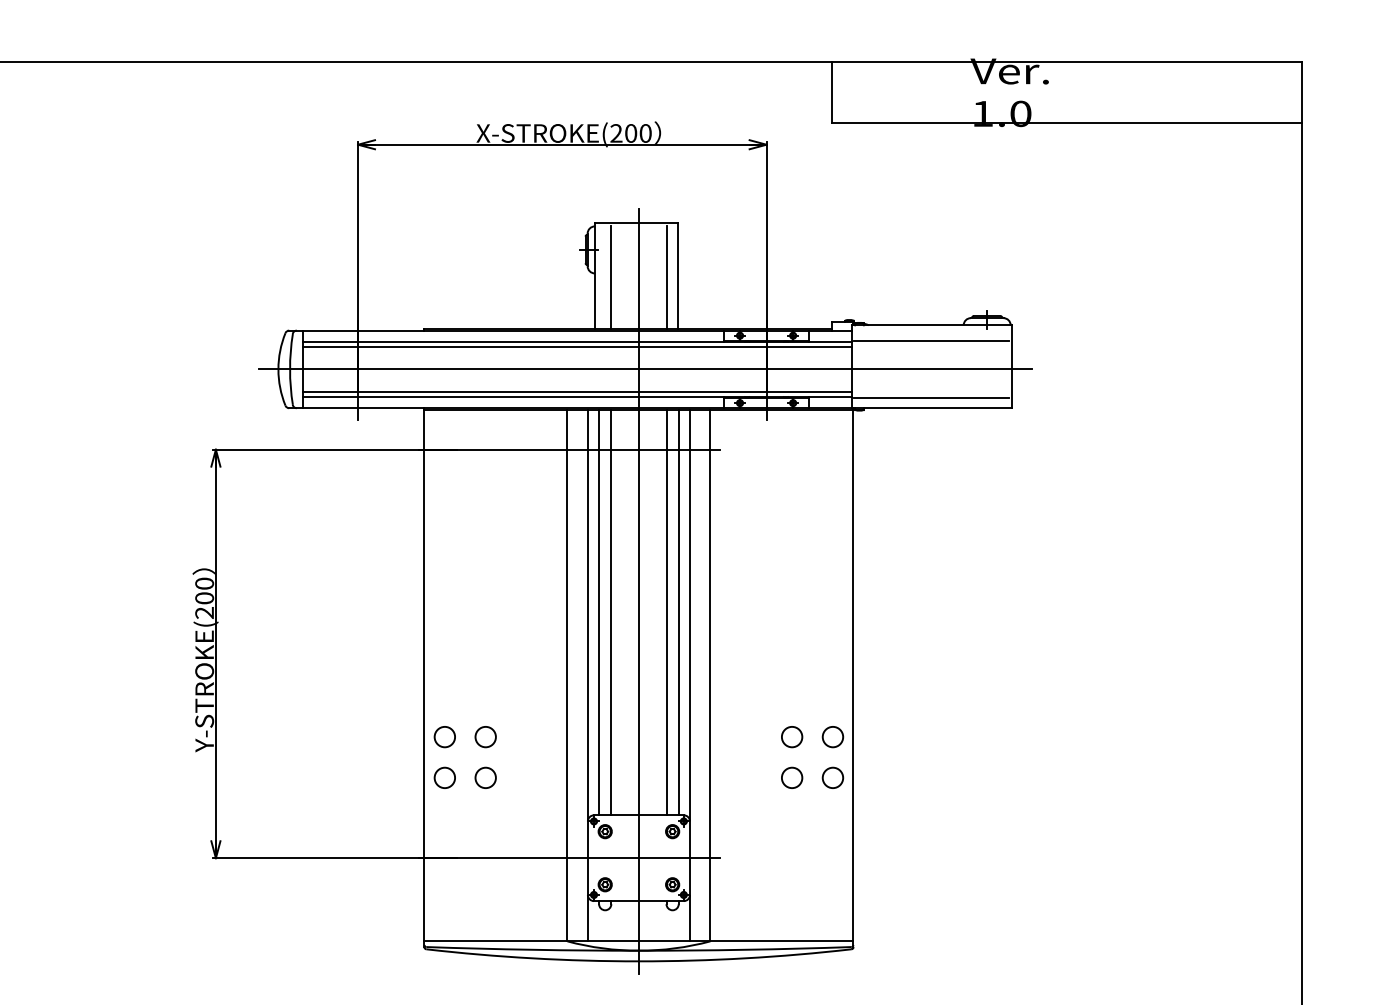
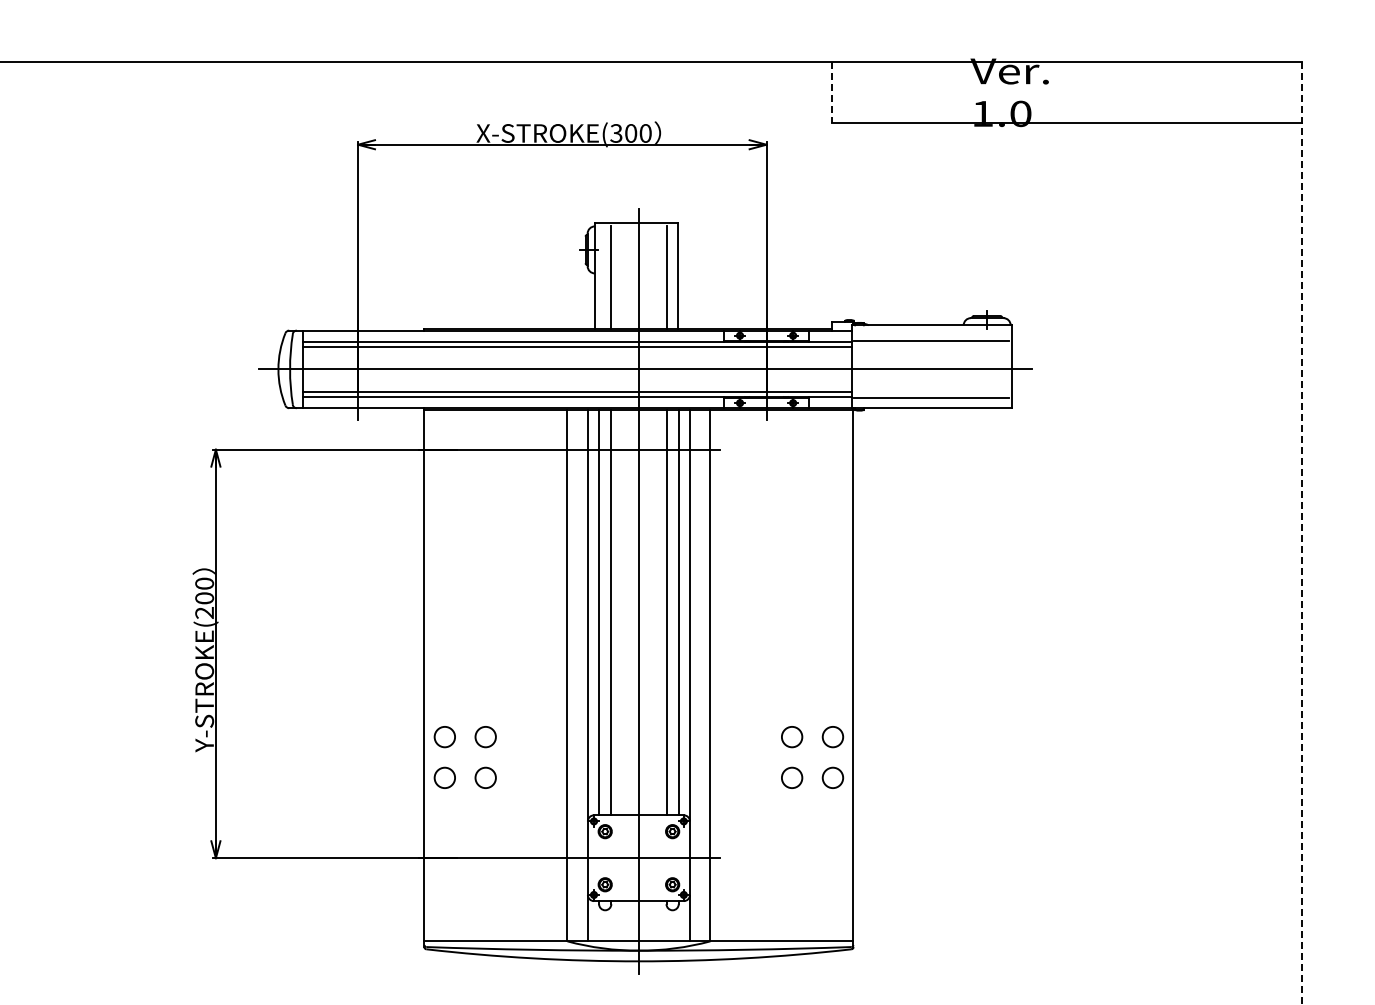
line at (831, 92): solid -> dashed
text at (616, 133): X-STROKE(200 -> X-STROKE(300
line at (1301, 533): solid -> dashed
